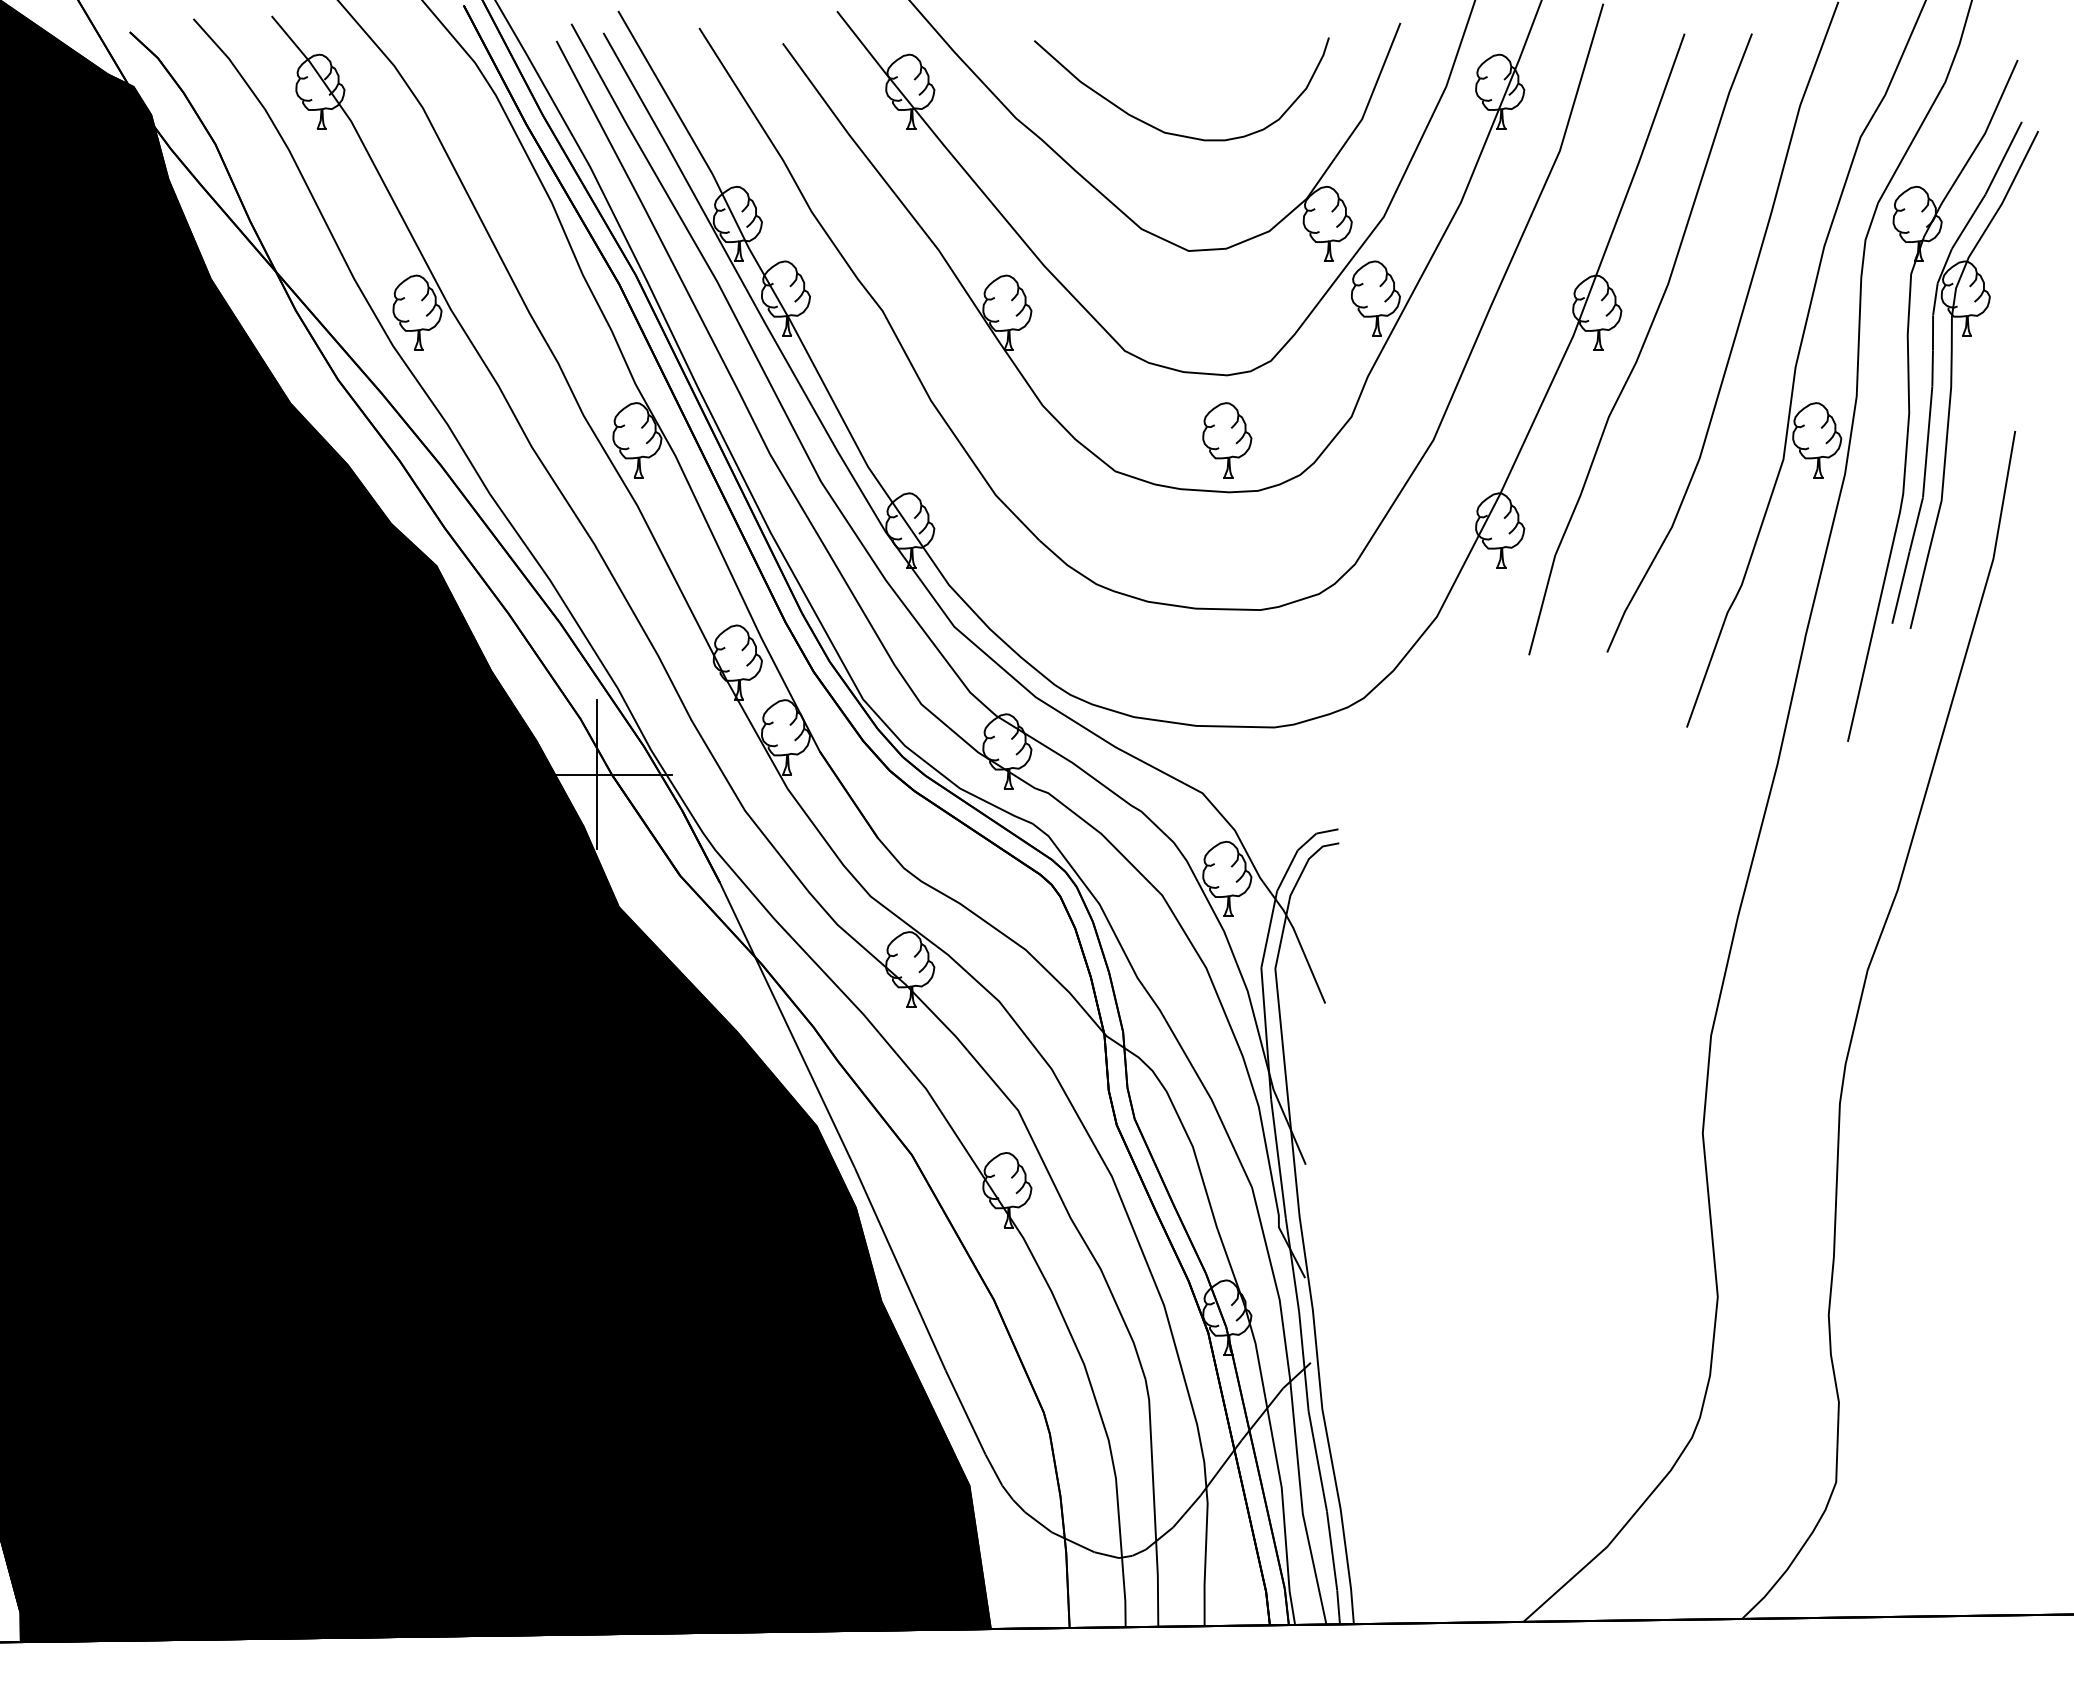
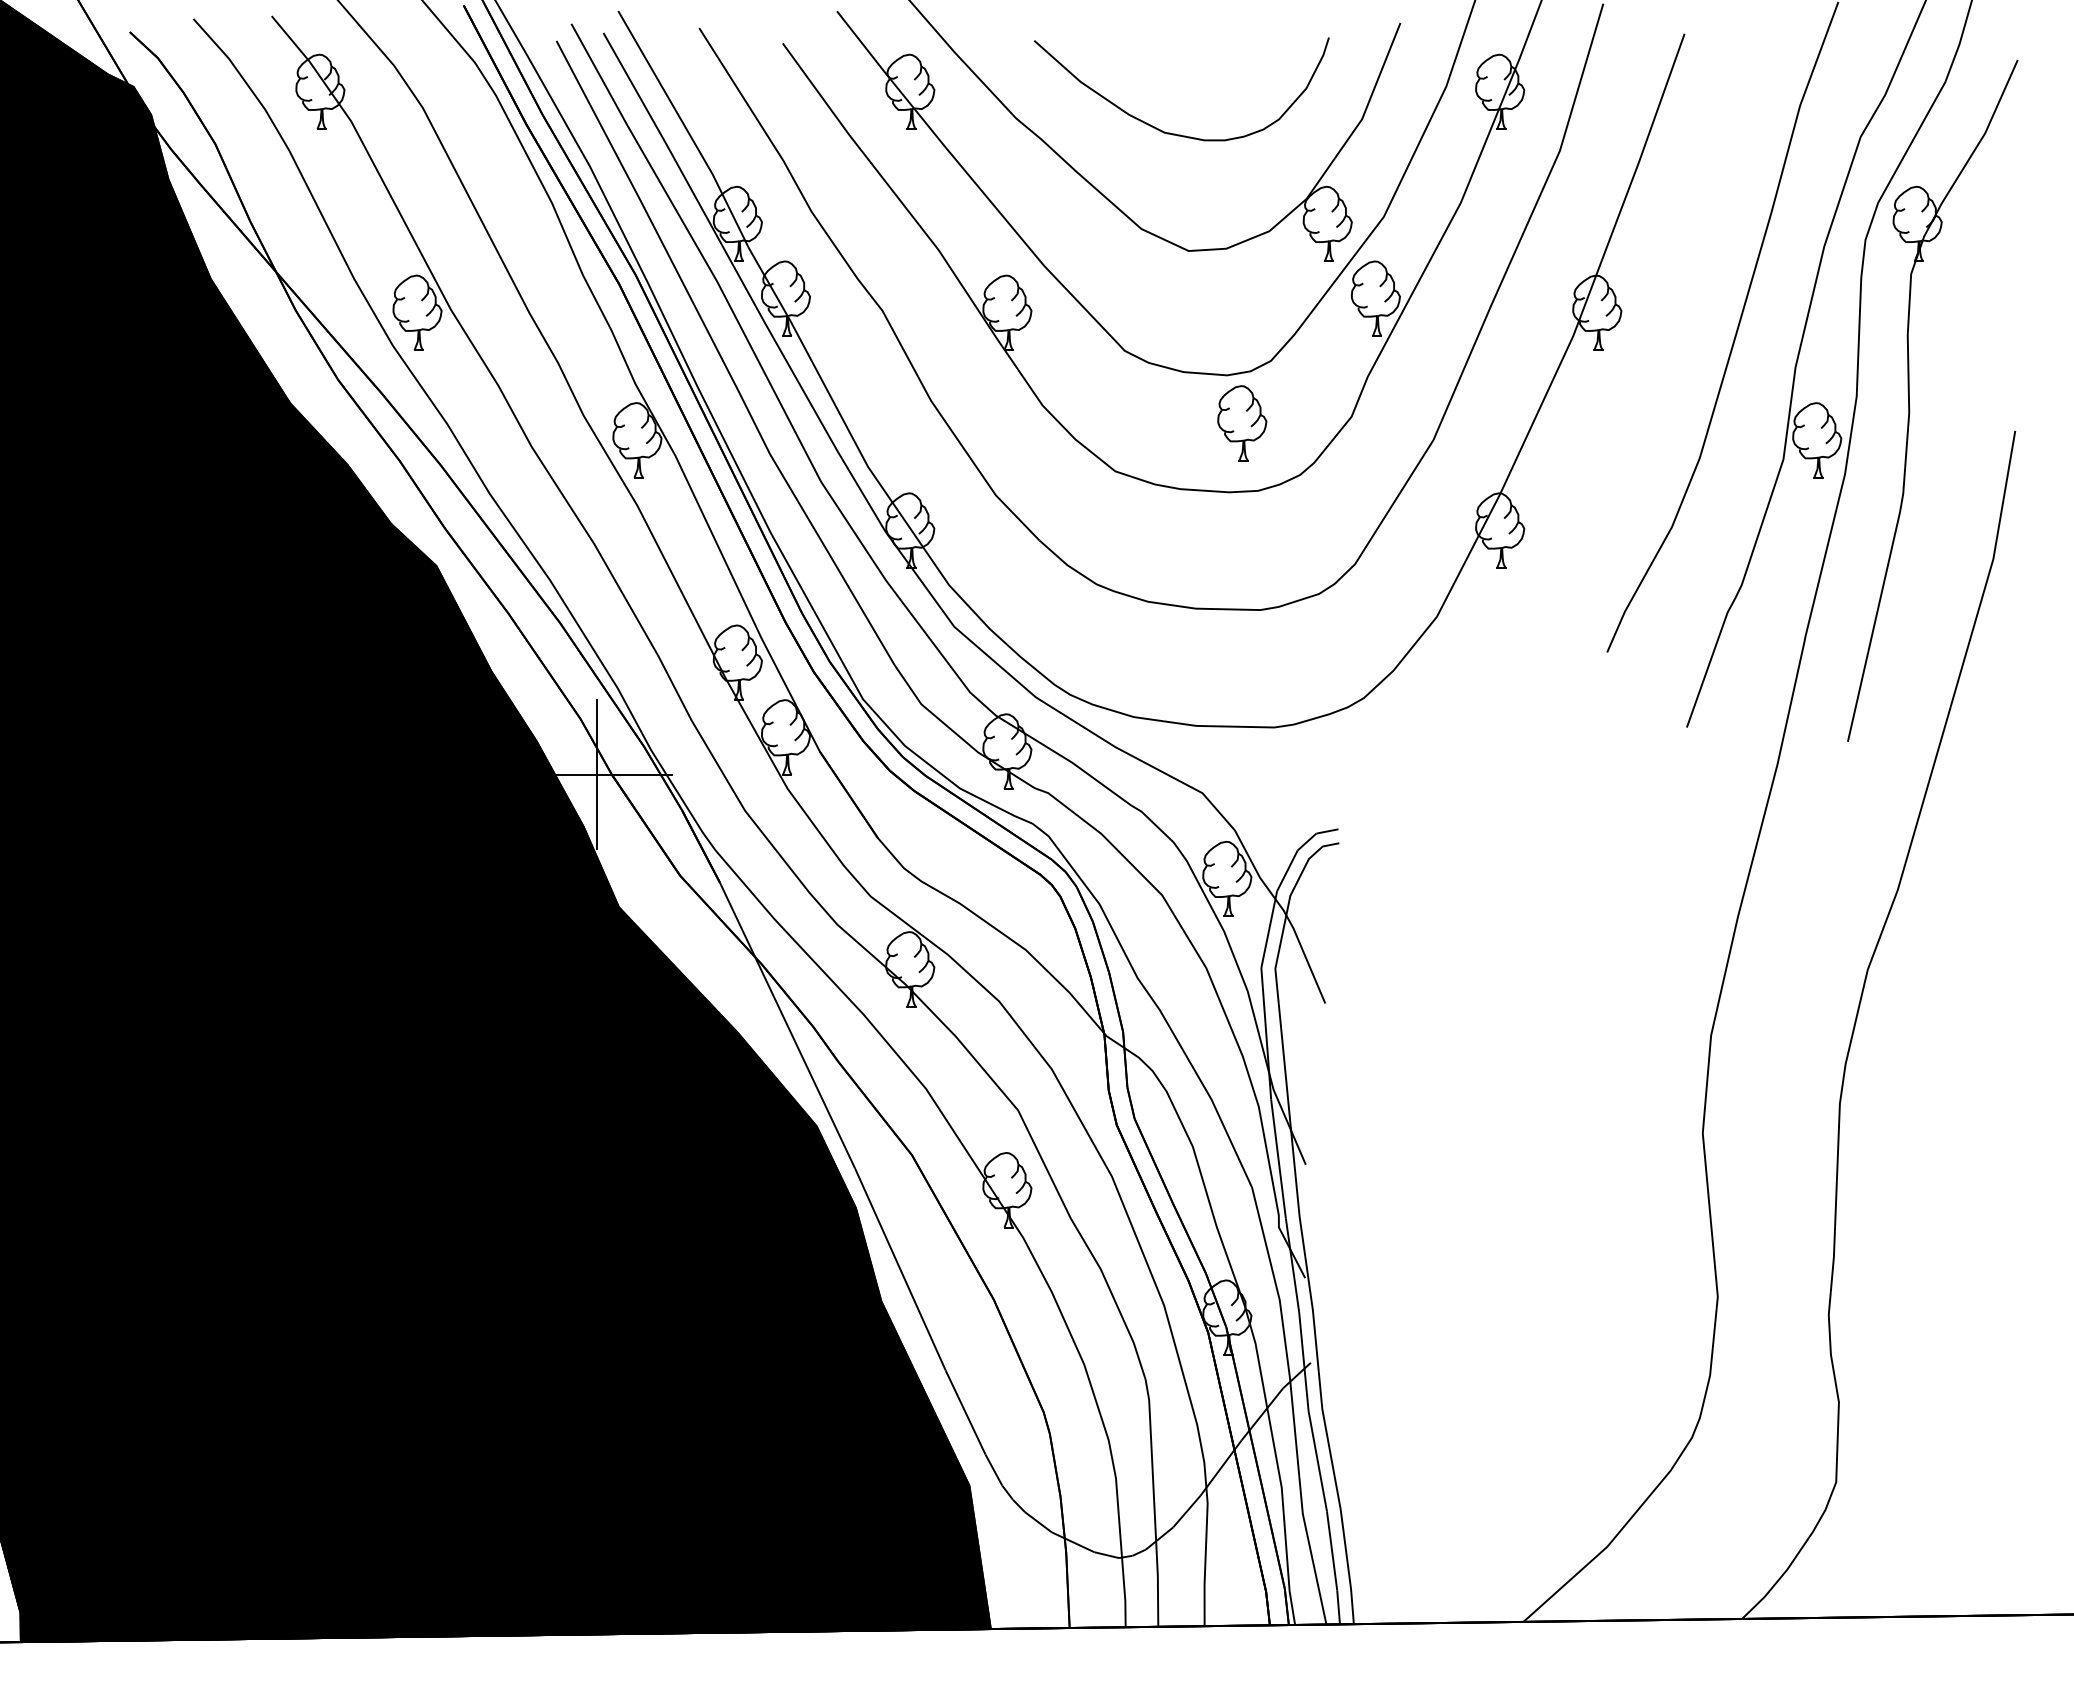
curve at (1642, 344): present -> none
part at (1952, 374): present -> none
part at (1227, 440) position: (1227, 440) -> (1242, 423)
